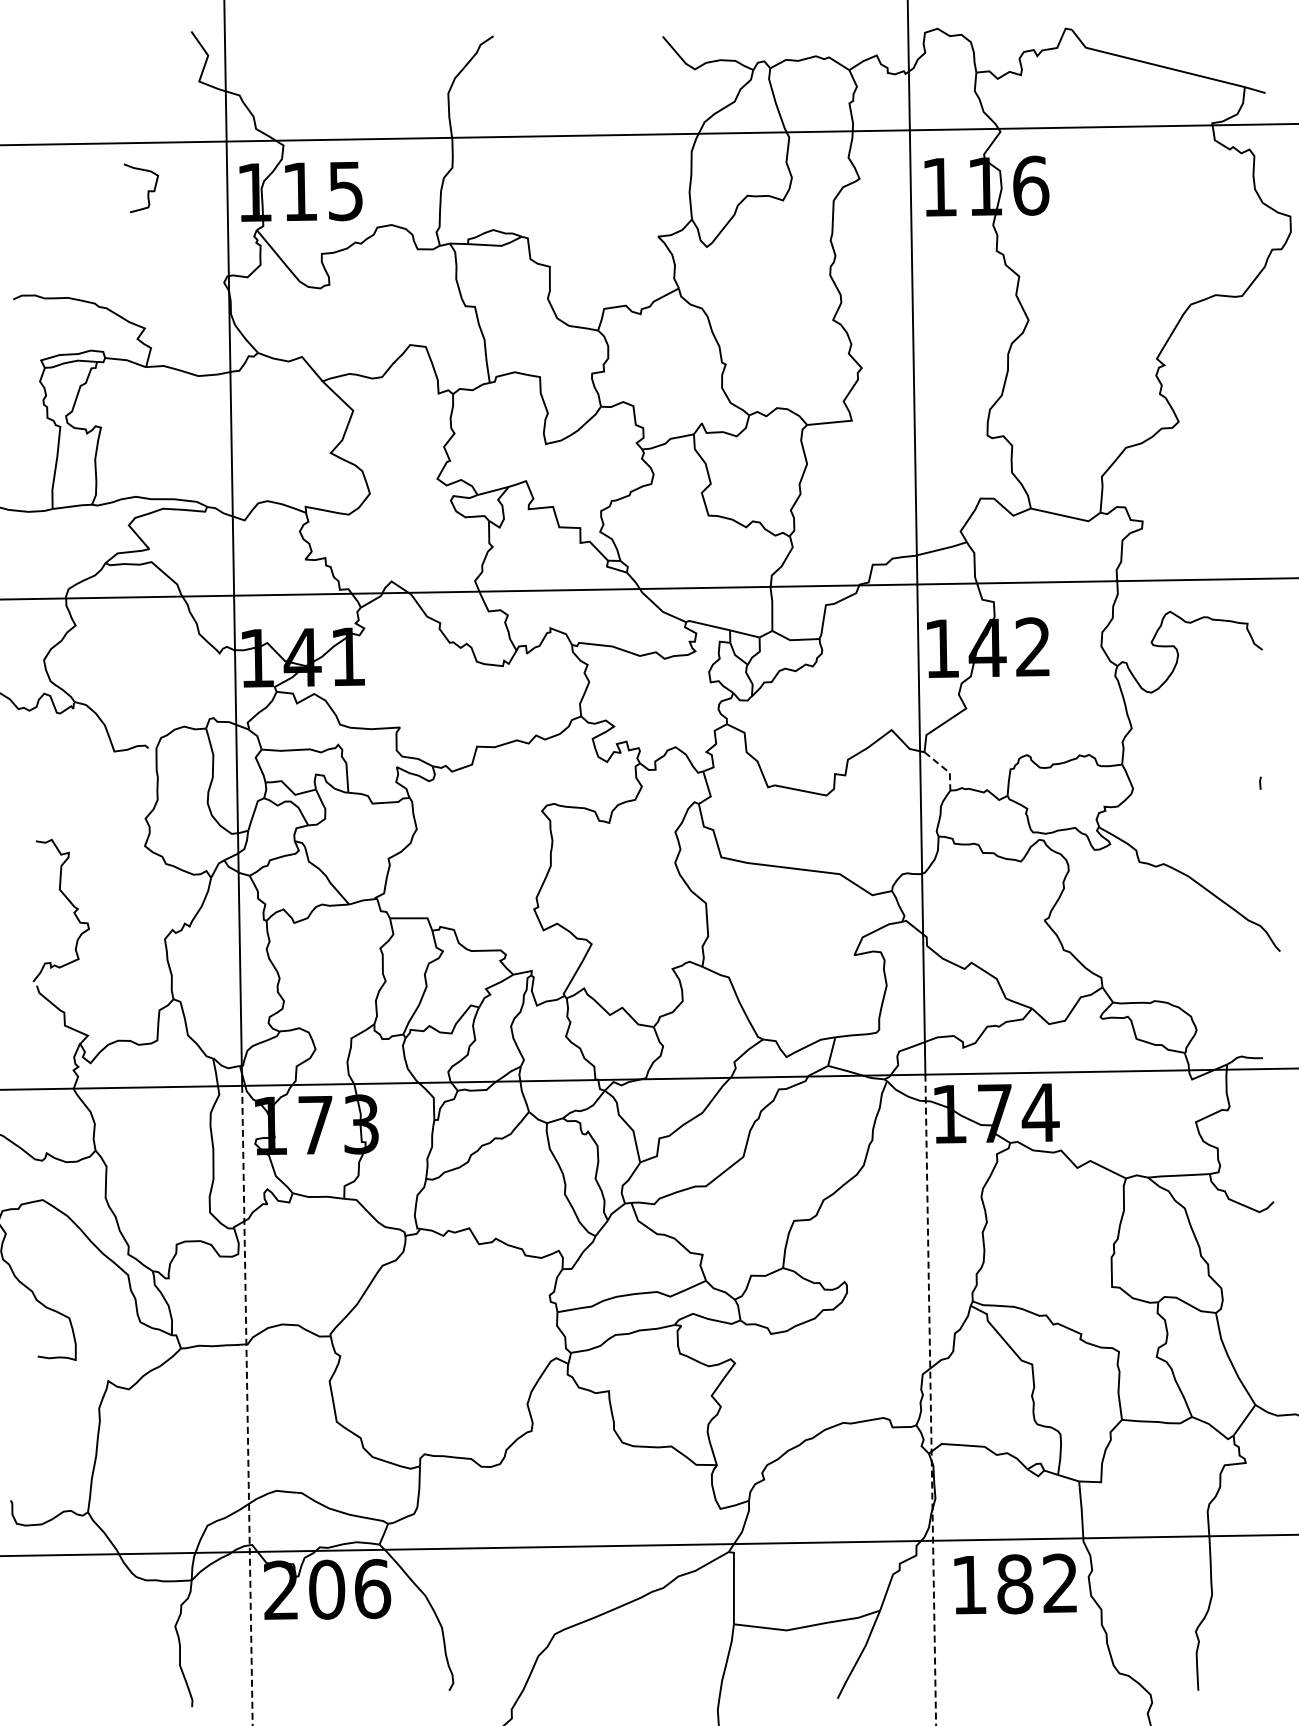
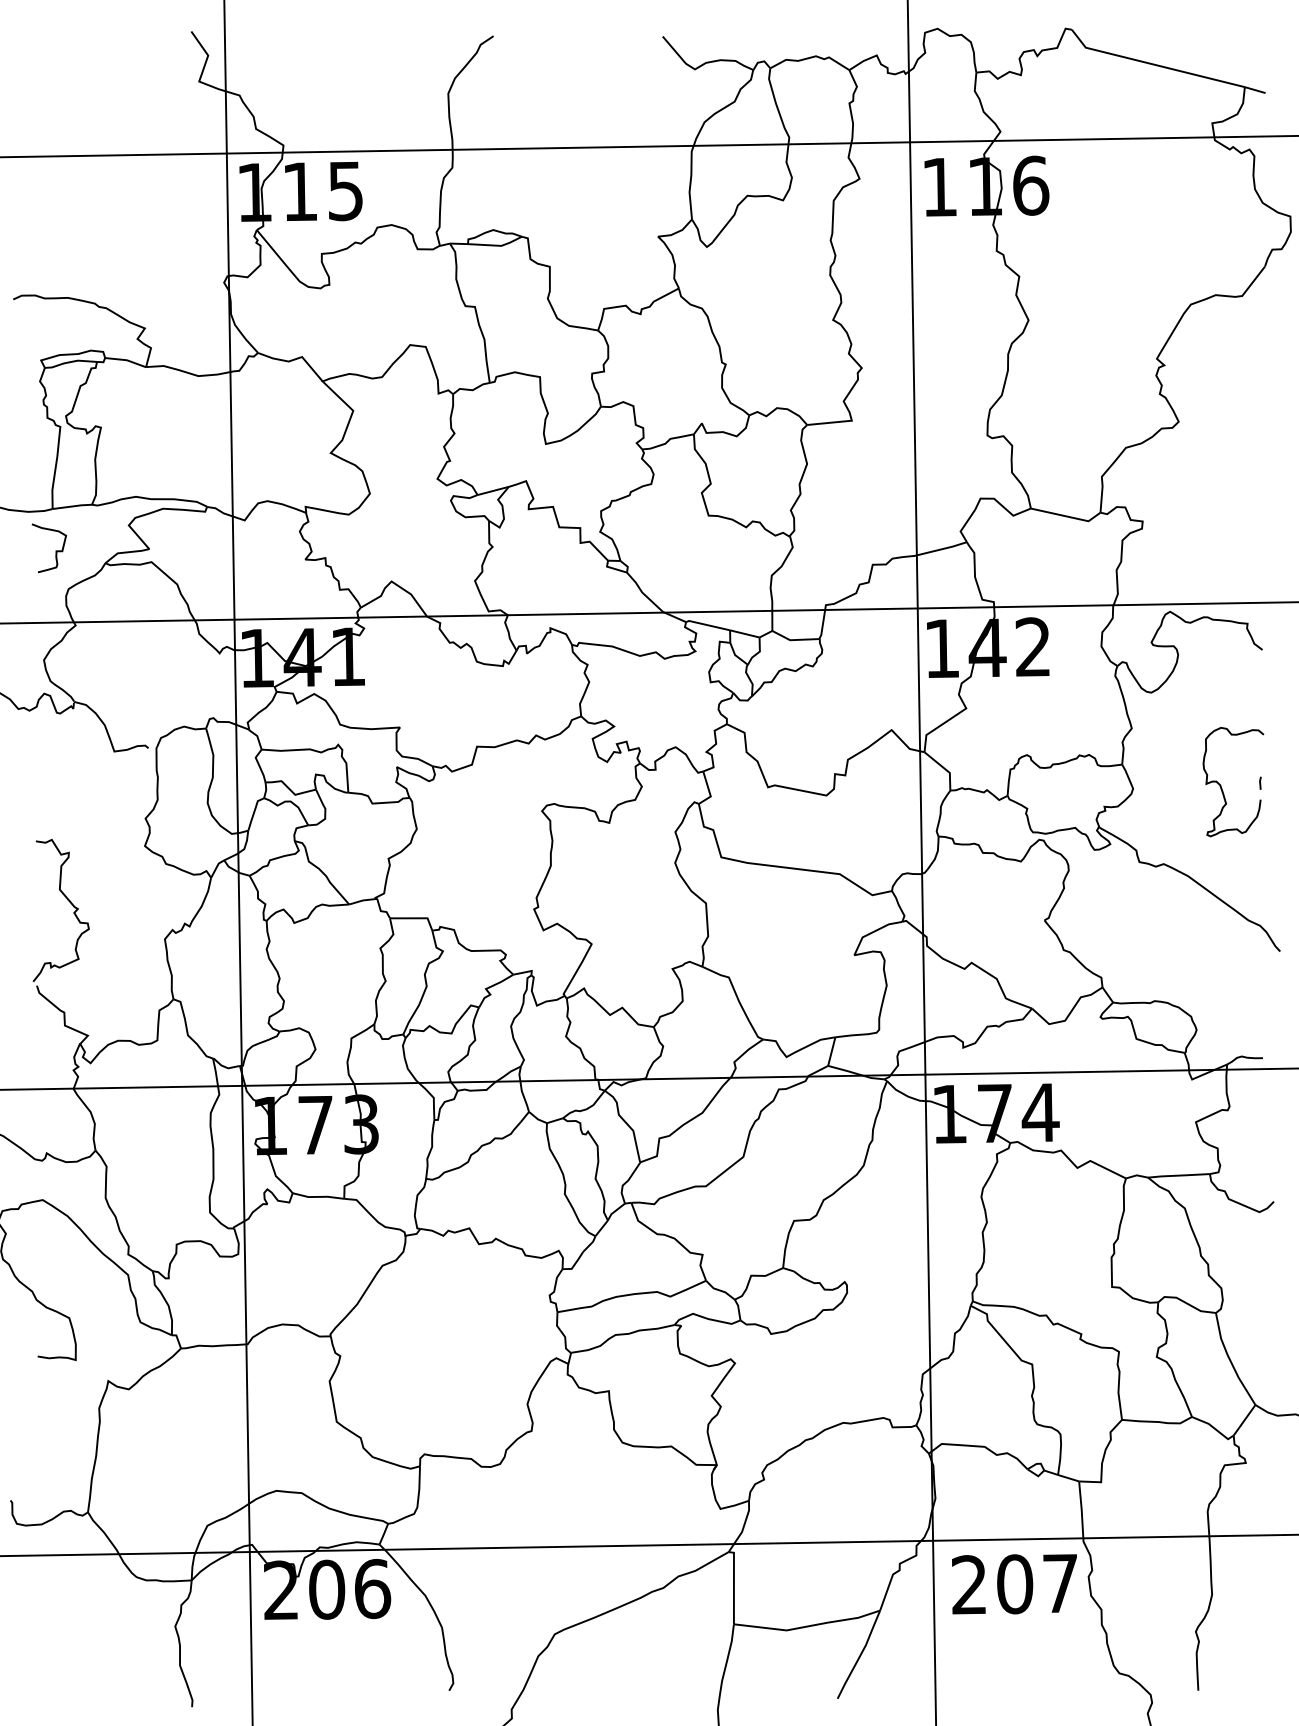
line at (648, 134) position: (648, 134) -> (648, 146)
curve at (147, 190) position: (147, 190) -> (55, 550)
line at (648, 588) position: (648, 588) -> (648, 612)
line at (944, 768): dashed -> solid
curve at (1221, 785): none -> present
line at (930, 1400): dashed -> solid
line at (247, 1405): dashed -> solid
text at (1014, 1583): 182 -> 207
